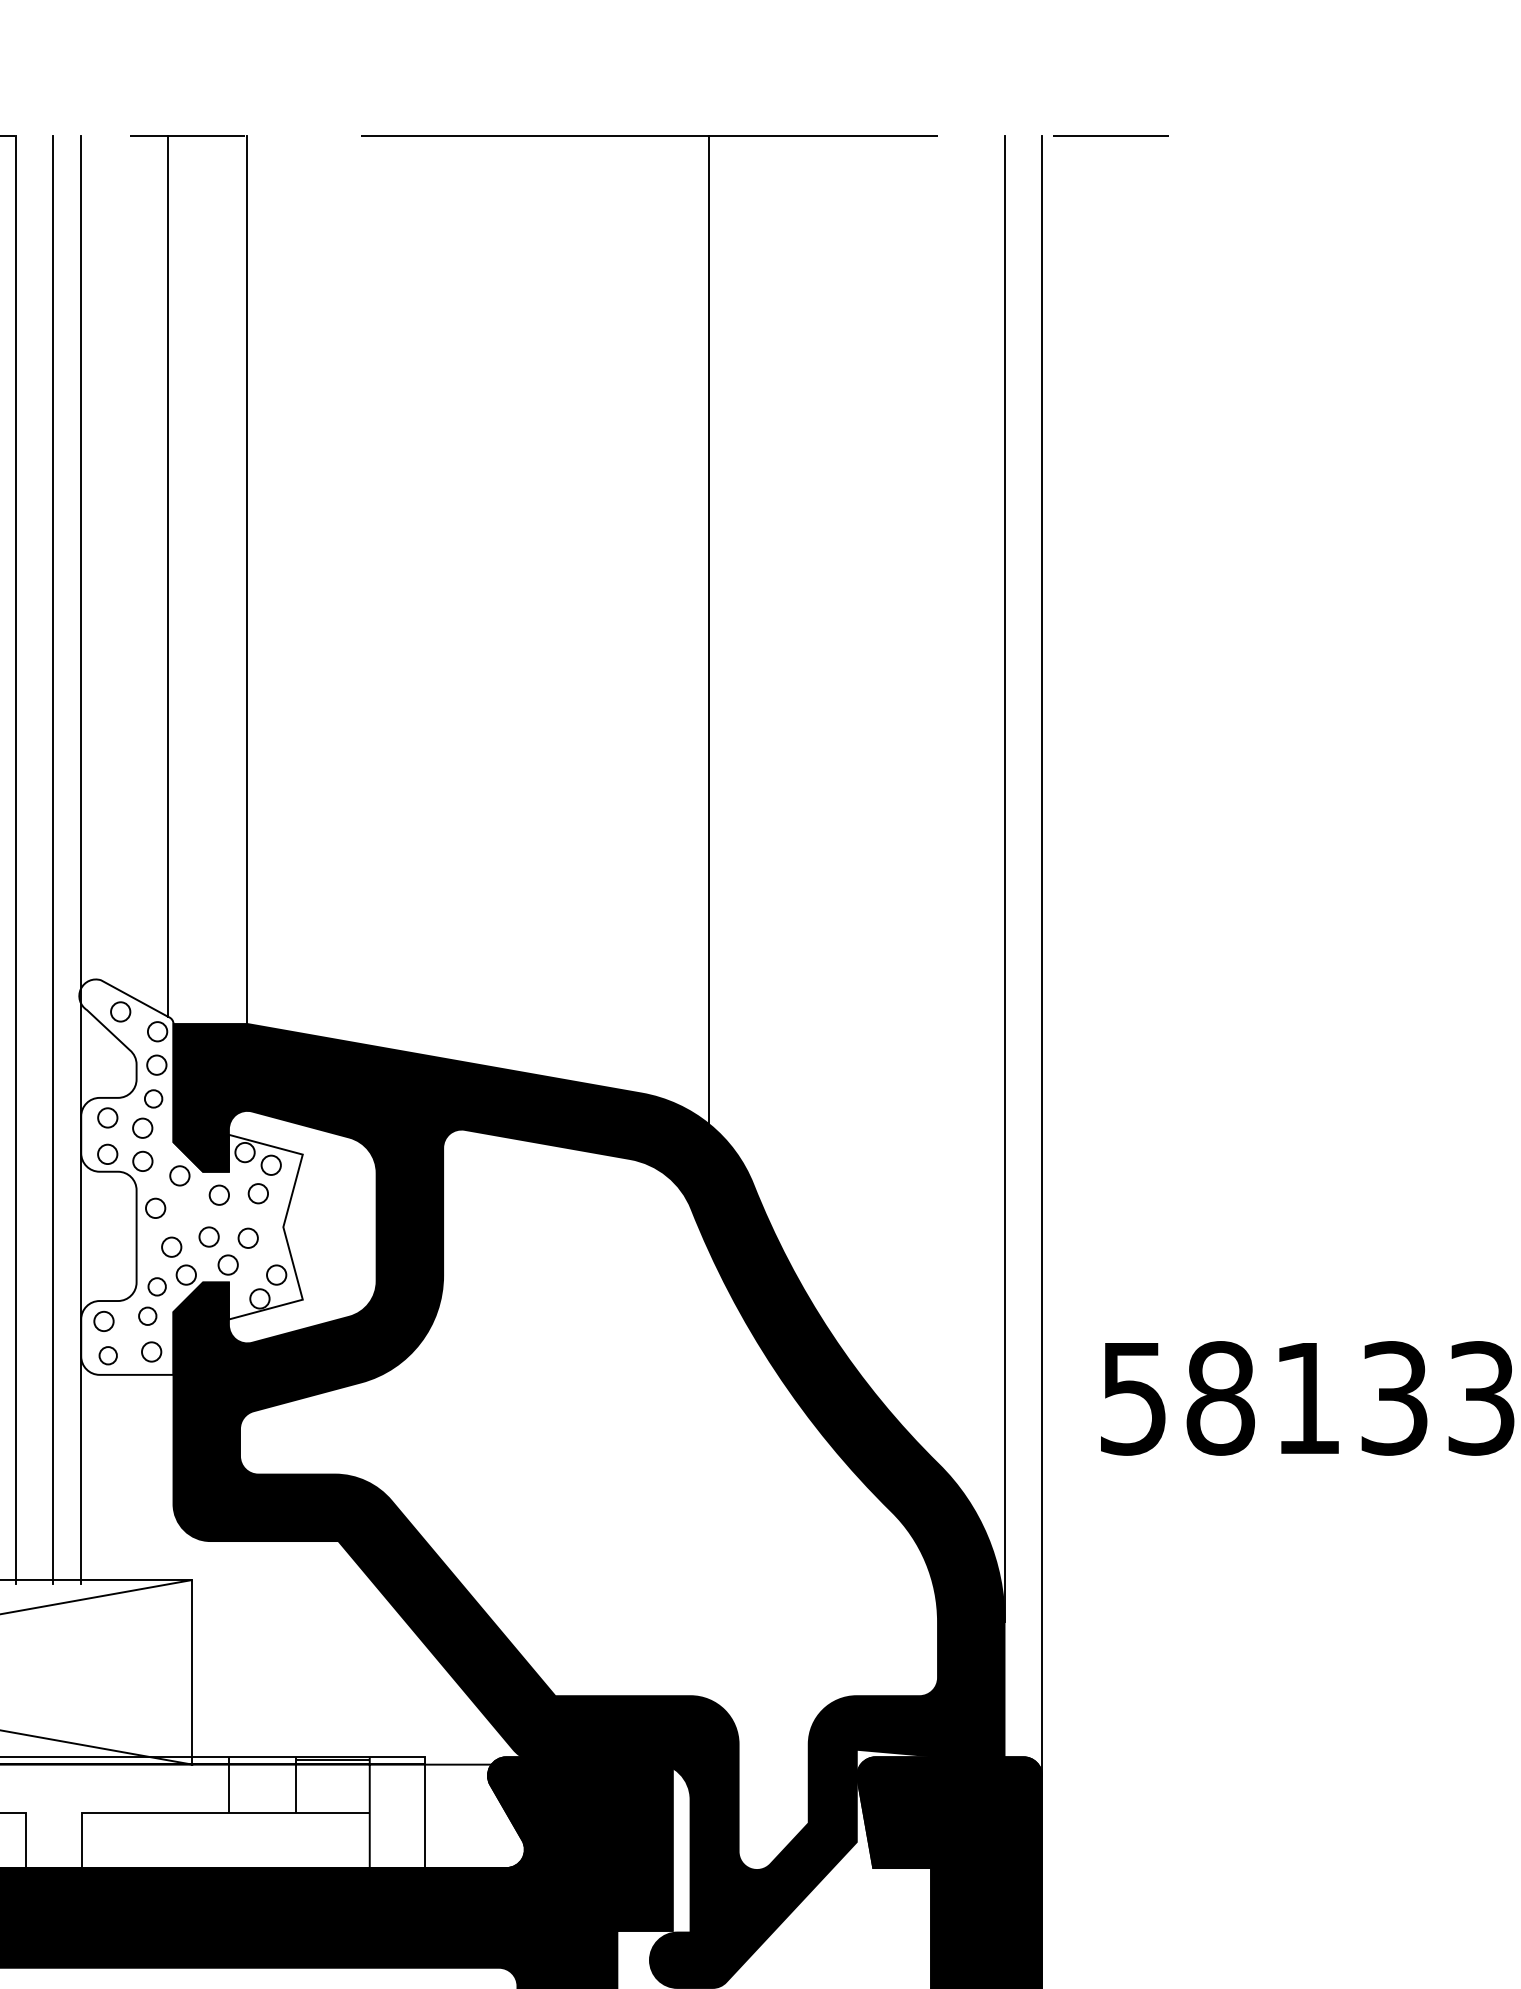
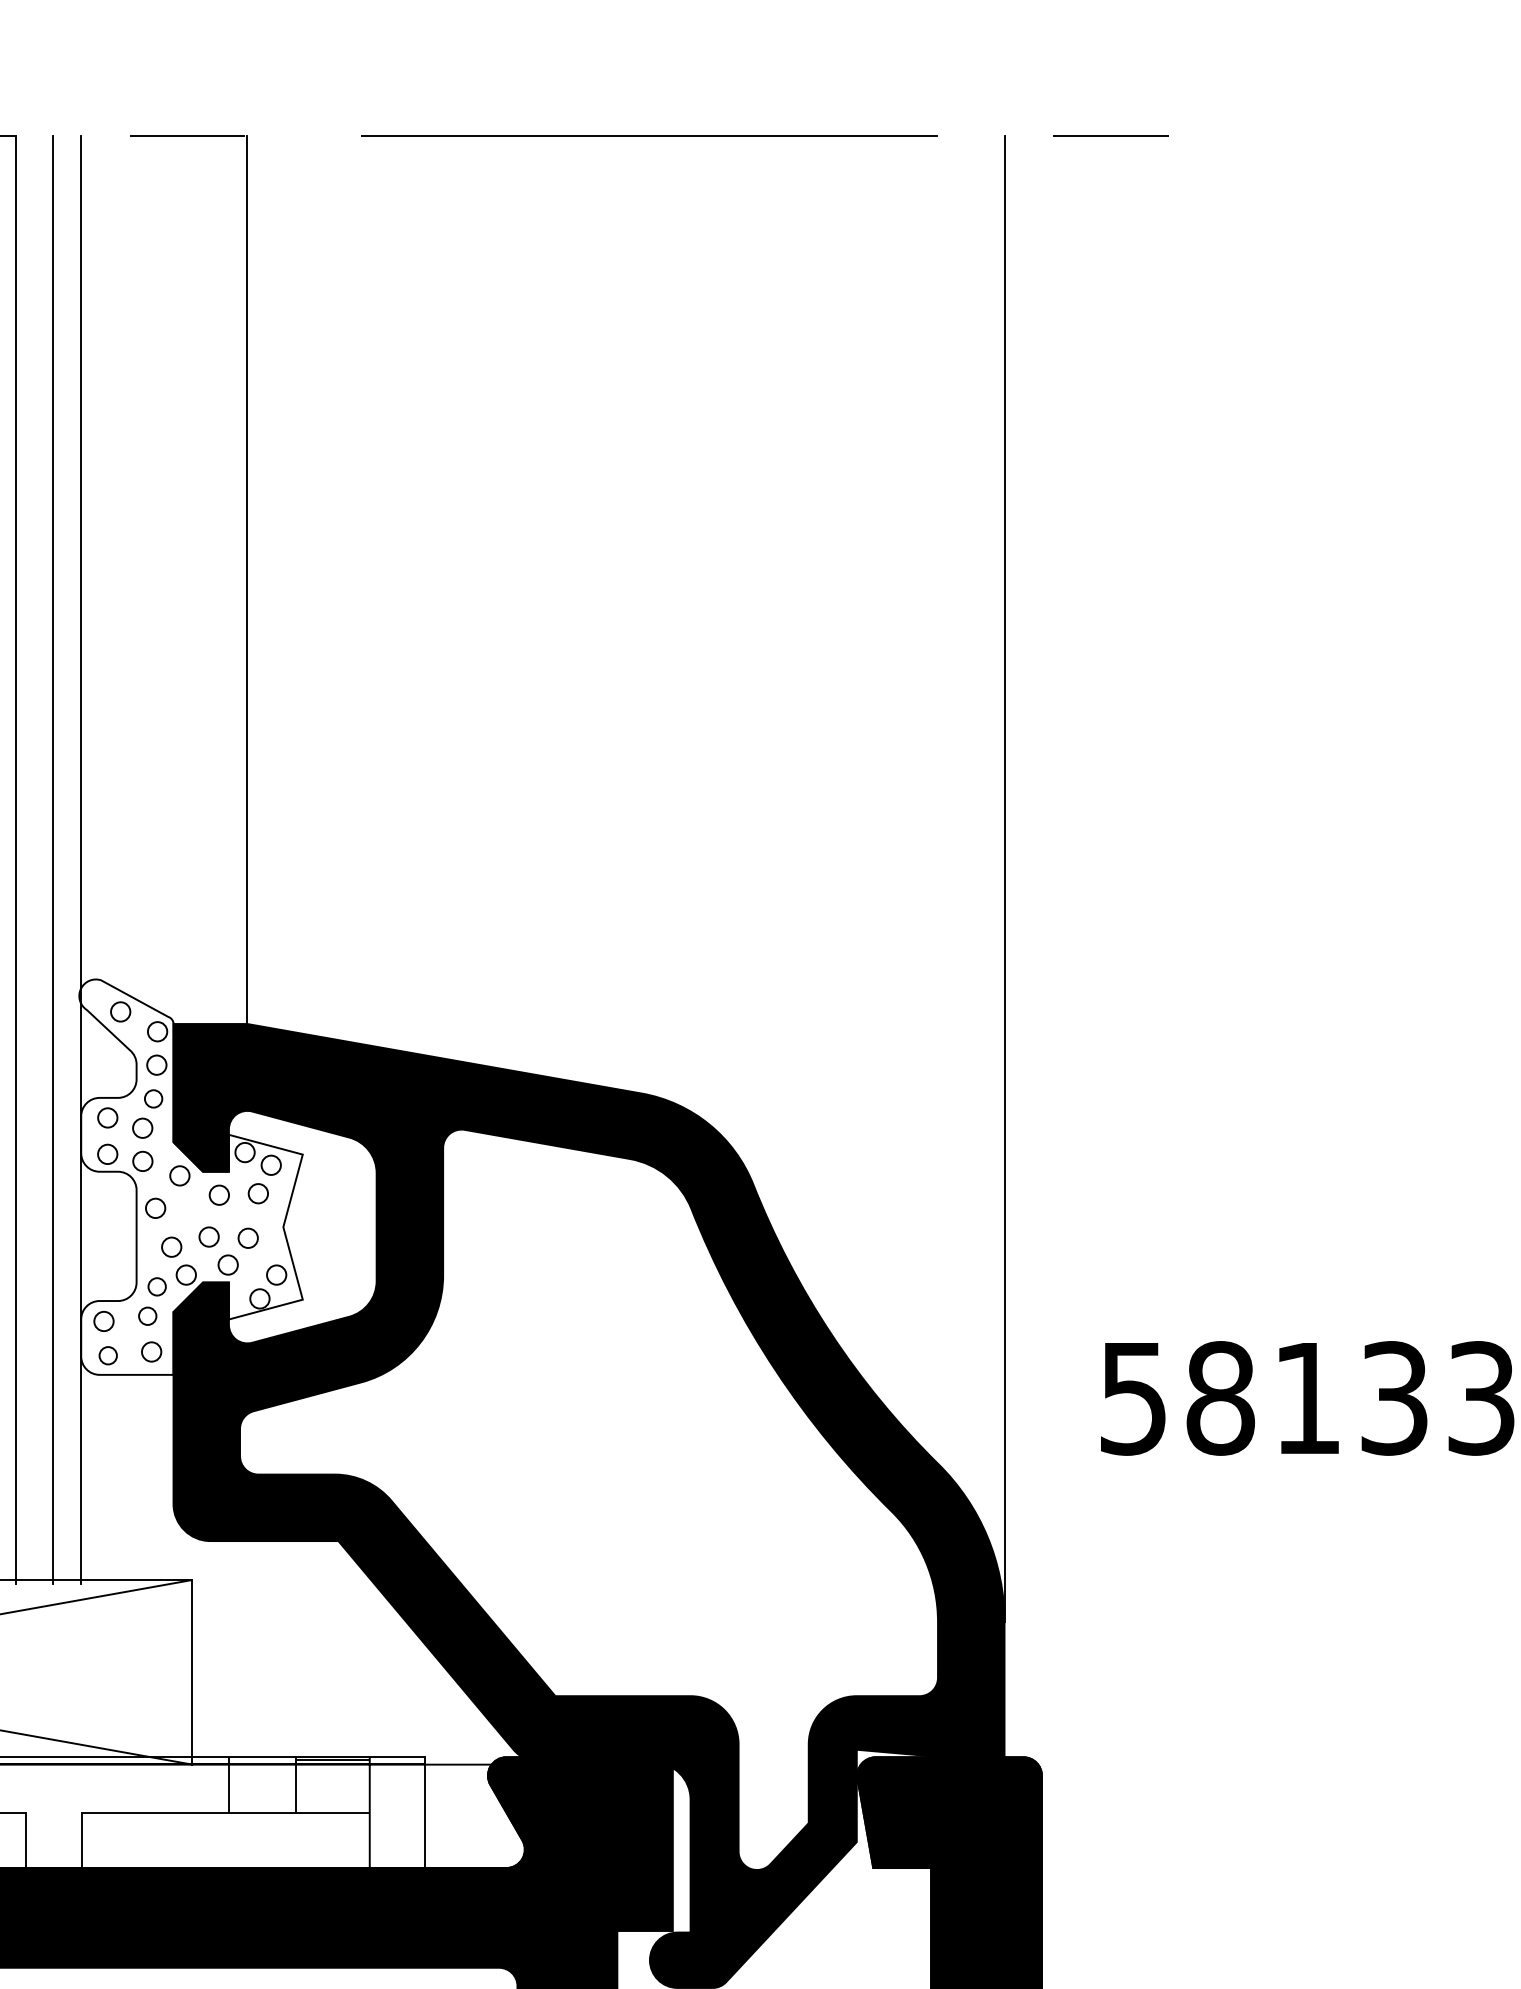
line at (168, 575): present -> none
line at (709, 629): present -> none
line at (1041, 955): present -> none
